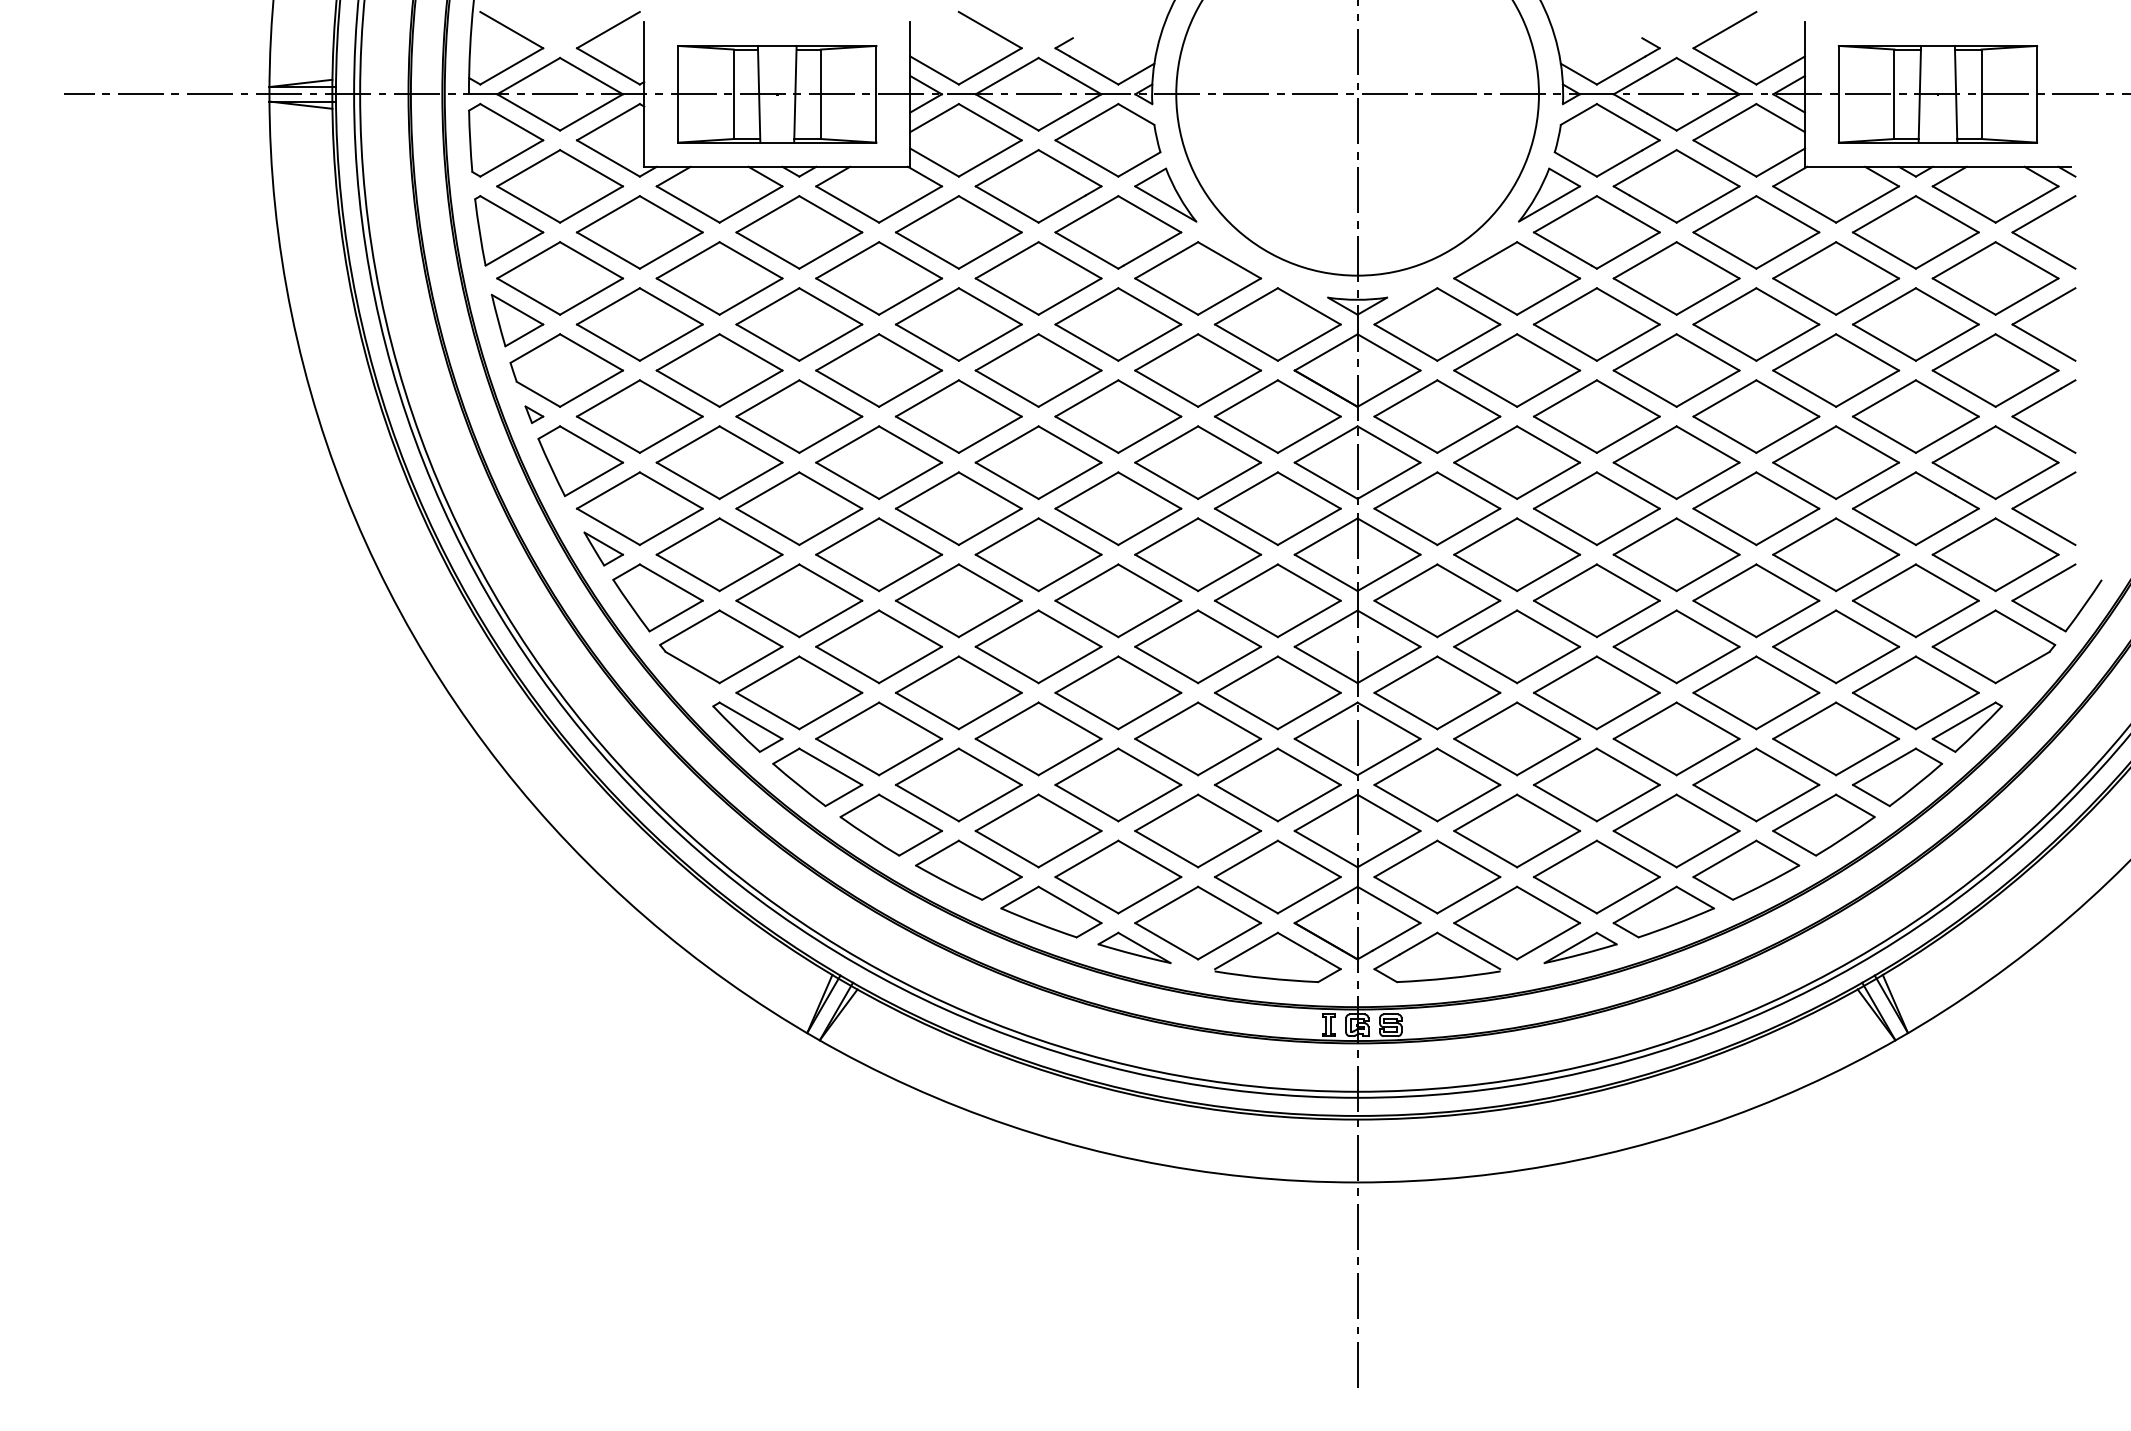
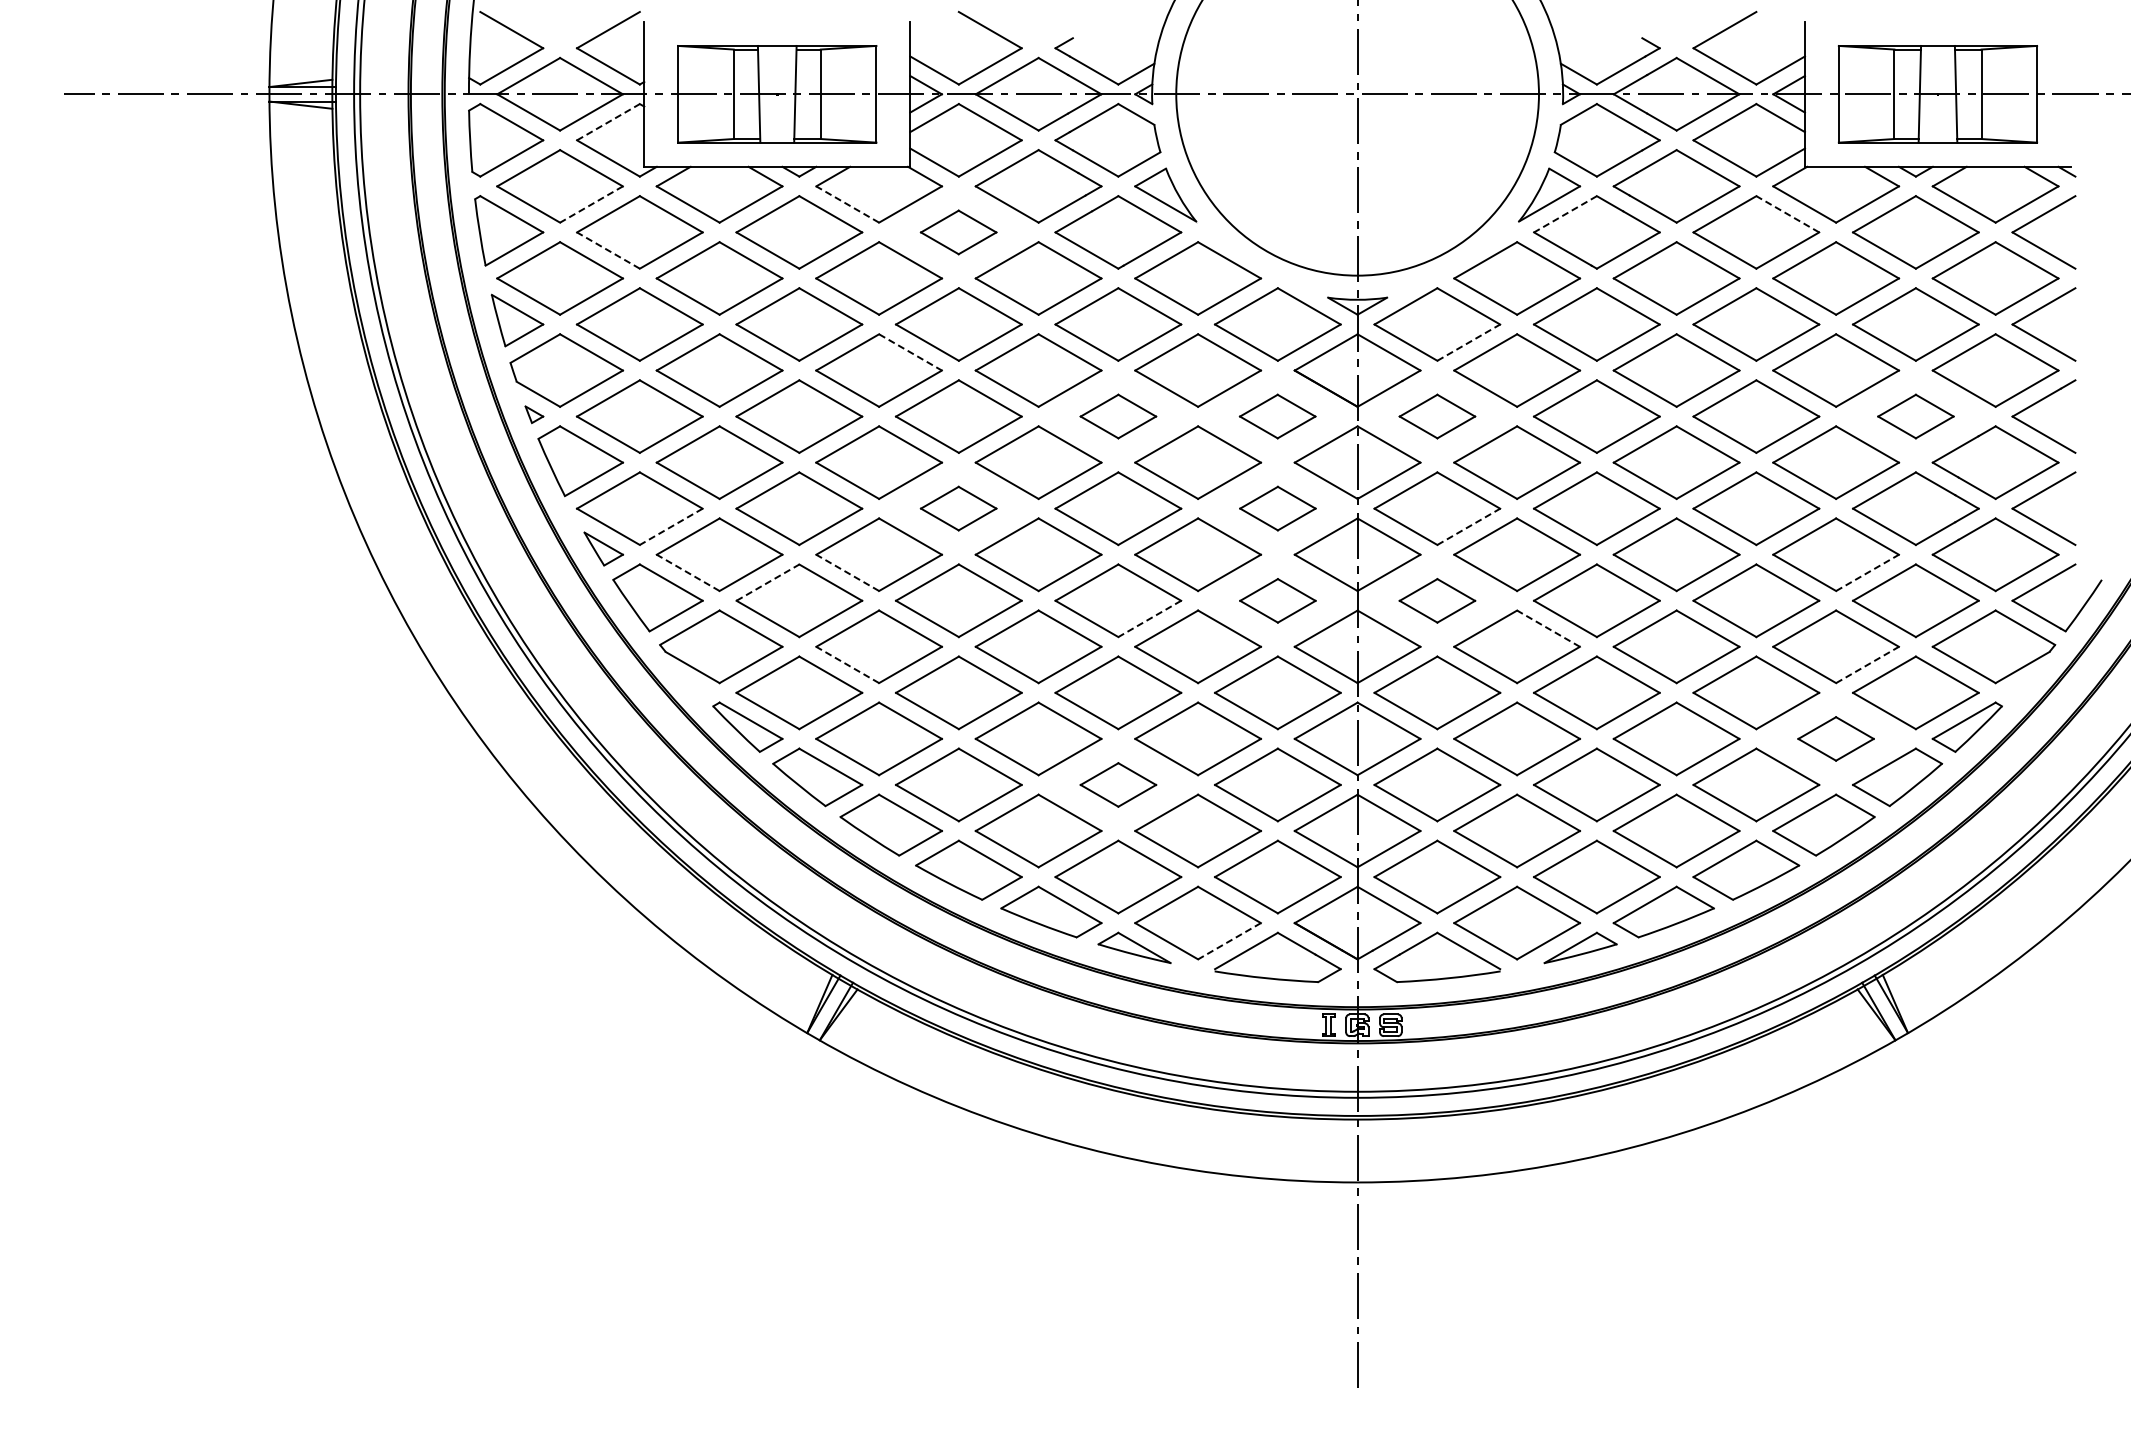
line at (608, 121): solid -> dashed
line at (591, 204): solid -> dashed
line at (847, 204): solid -> dashed
line at (1565, 214): solid -> dashed
line at (1787, 214): solid -> dashed
part at (958, 232) size: 129x75 px -> 79x47 px
line at (608, 250): solid -> dashed
line at (1469, 342): solid -> dashed
line at (910, 352): solid -> dashed
part at (1118, 416) size: 129x75 px -> 79x47 px
part at (1277, 416) size: 129x75 px -> 79x47 px
part at (1437, 416) size: 129x75 px -> 79x47 px
part at (1915, 416) size: 128x75 px -> 78x47 px
part at (958, 508) size: 129x75 px -> 79x47 px
part at (1277, 508) size: 128x75 px -> 78x47 px
line at (1469, 526): solid -> dashed
line at (670, 527): solid -> dashed
line at (687, 572): solid -> dashed
line at (847, 572): solid -> dashed
line at (1867, 572): solid -> dashed
line at (768, 582): solid -> dashed
part at (1277, 600) size: 128x76 px -> 78x46 px
part at (1437, 600) size: 129x76 px -> 79x46 px
line at (1149, 619): solid -> dashed
line at (1548, 628): solid -> dashed
line at (847, 664): solid -> dashed
line at (1867, 664): solid -> dashed
part at (1835, 738) size: 128x76 px -> 78x46 px
part at (1118, 784) size: 129x76 px -> 79x46 px
line at (1229, 941): solid -> dashed
